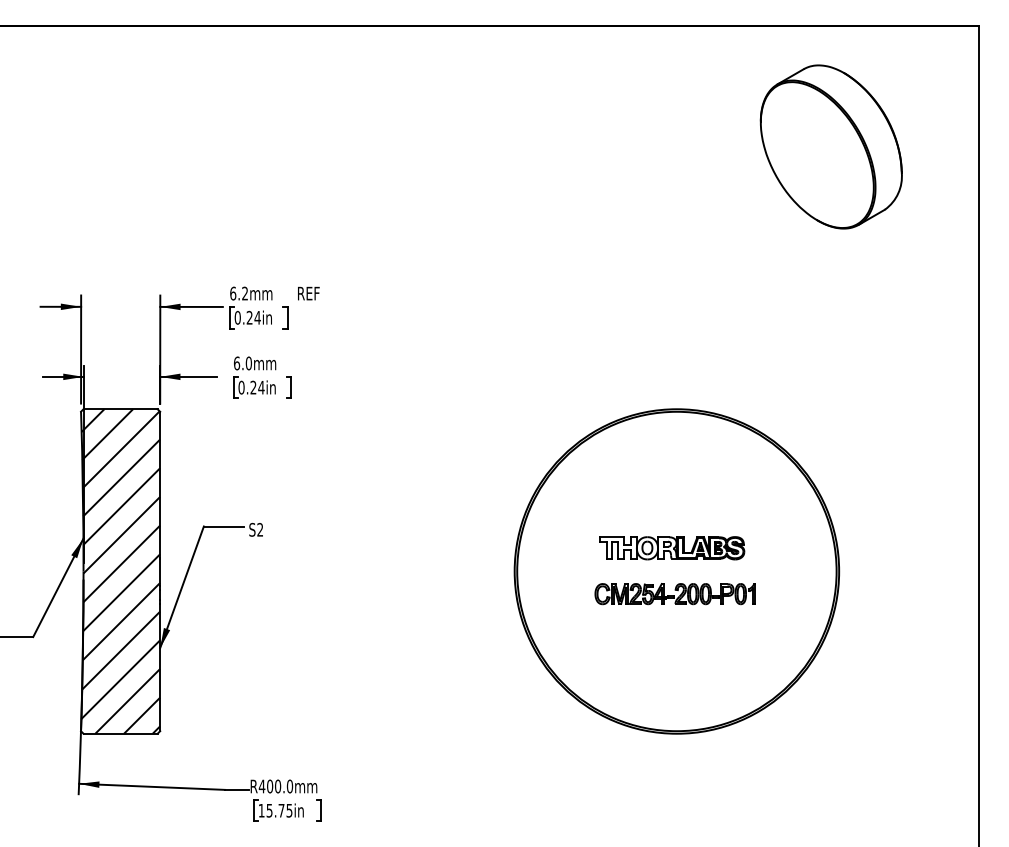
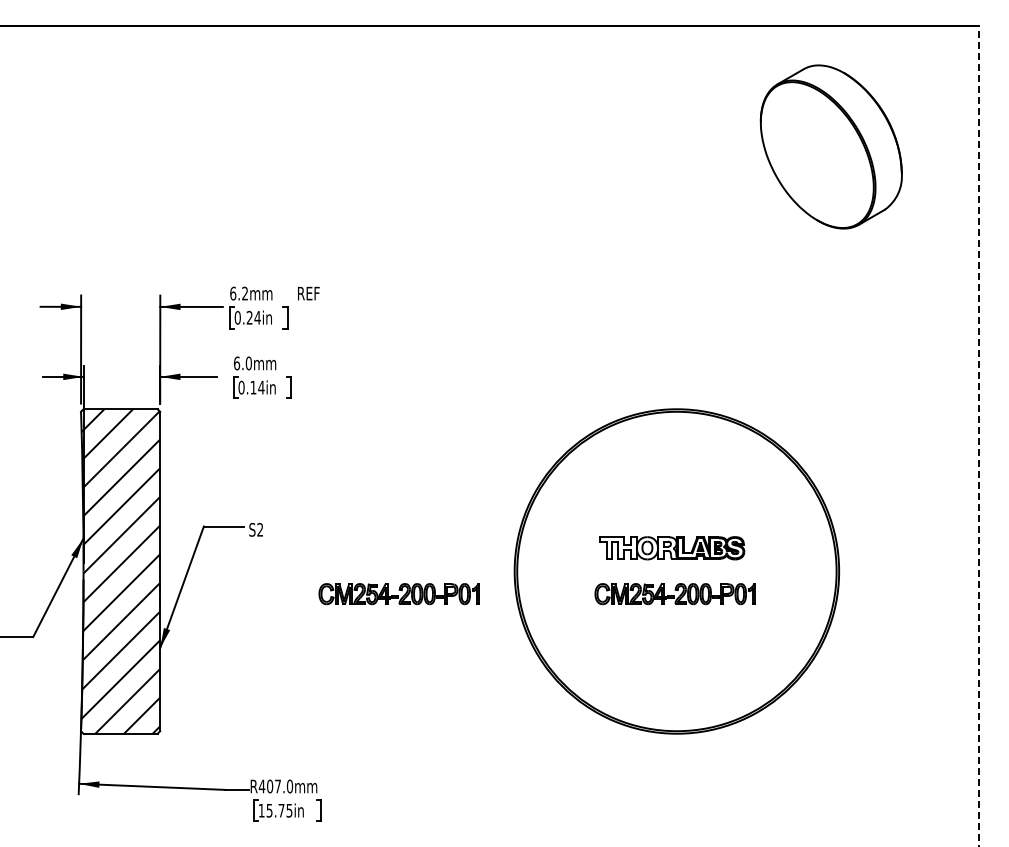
text at (253, 387): 0.24in -> 0.14in
line at (978, 435): solid -> dashed
part at (398, 594): none -> present
text at (278, 786): R400.0mm -> R407.0mm
